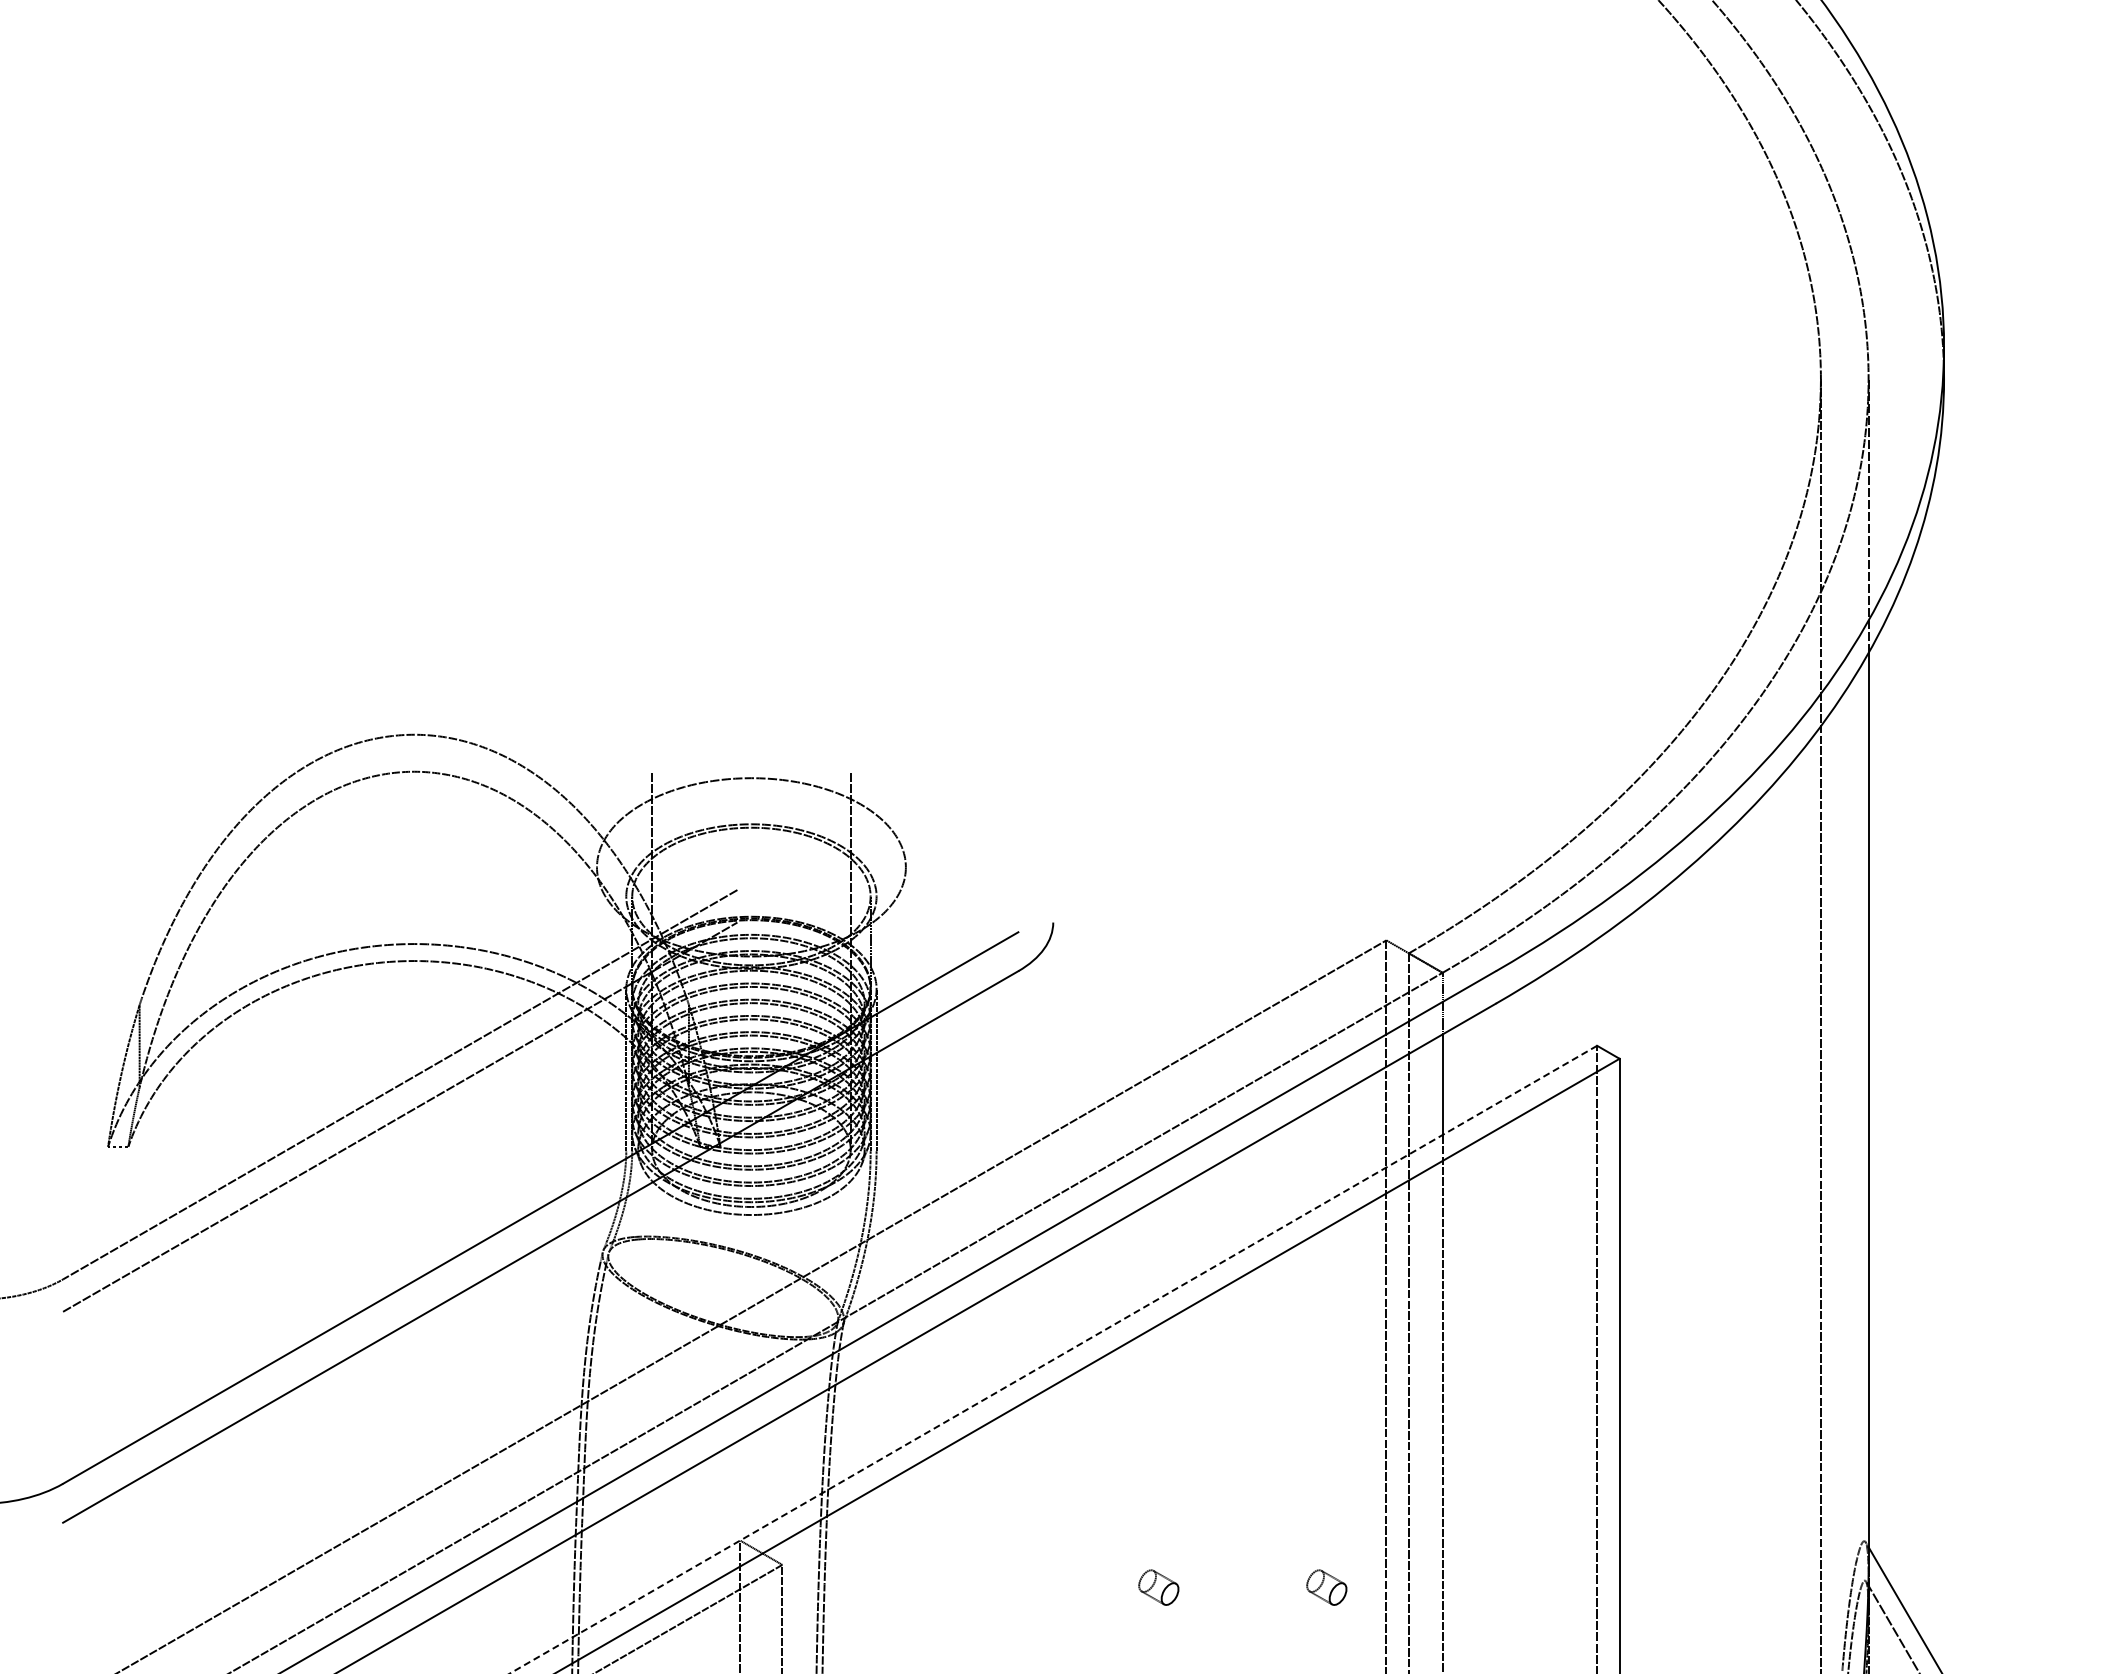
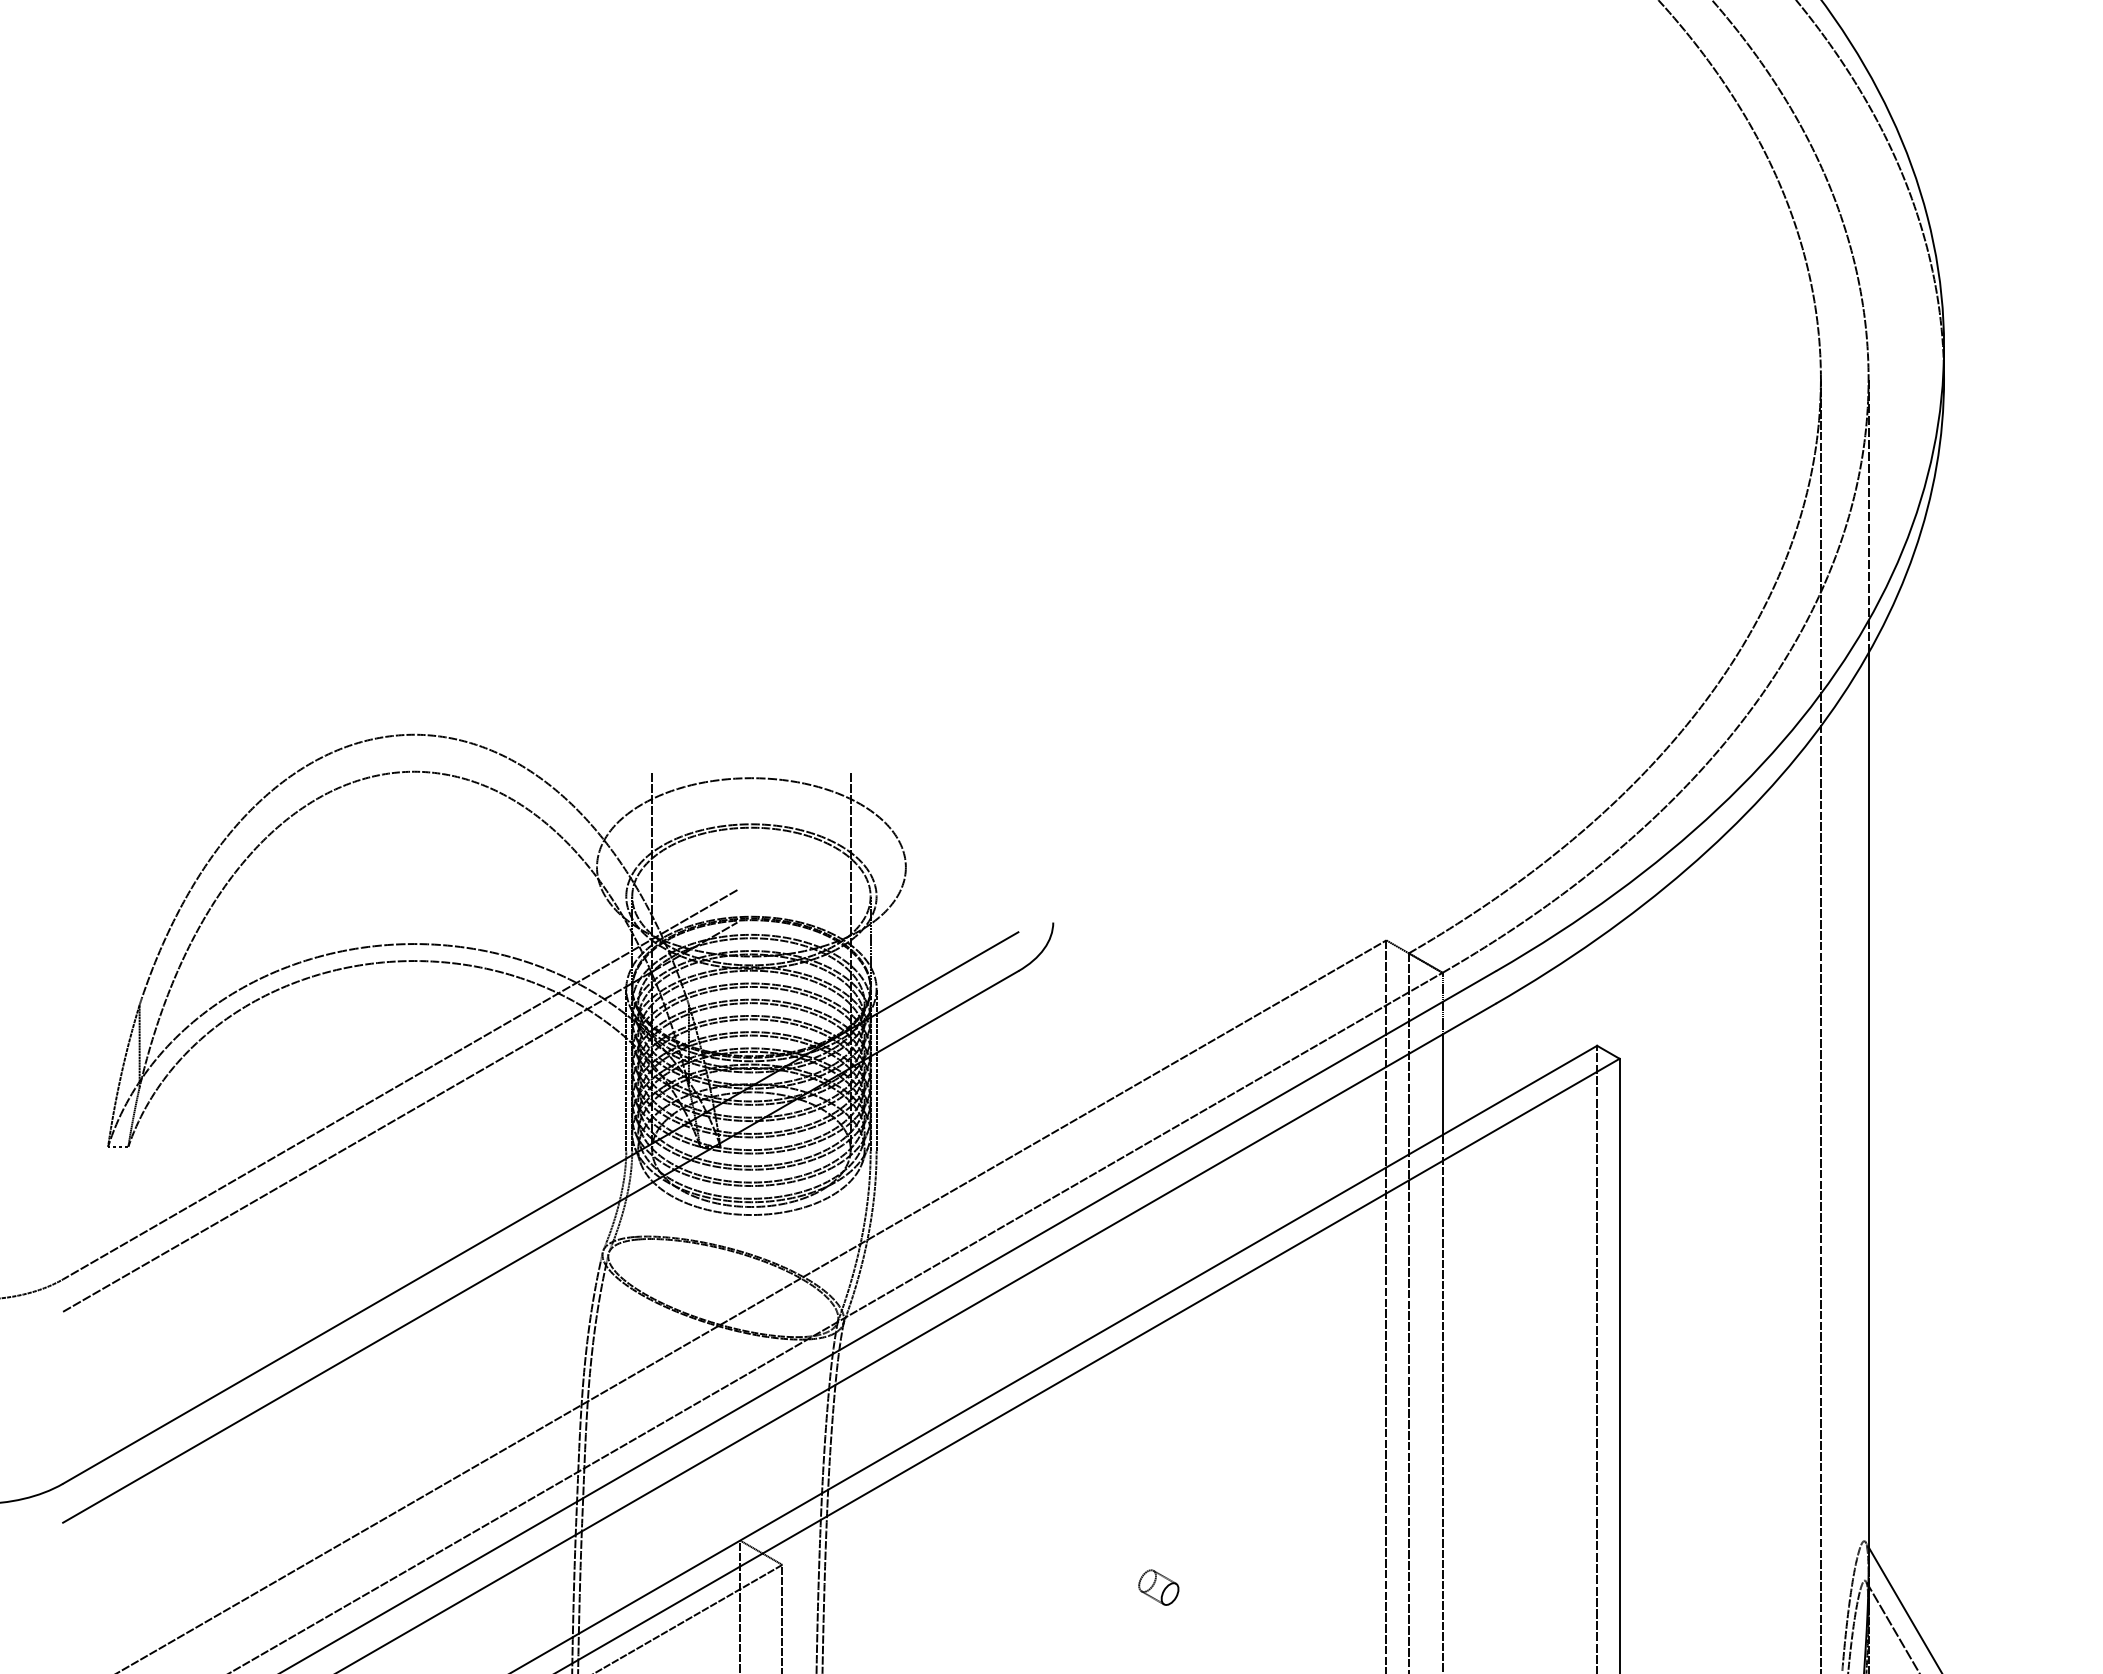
line at (1053, 1359): dashed -> solid
part at (1326, 1587): present -> none
